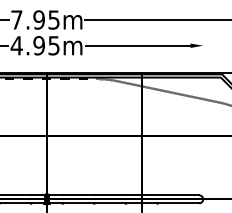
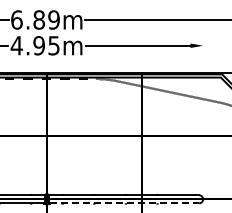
text at (35, 19): 7.95m -> 6.89m
line at (124, 203): solid -> dashed
